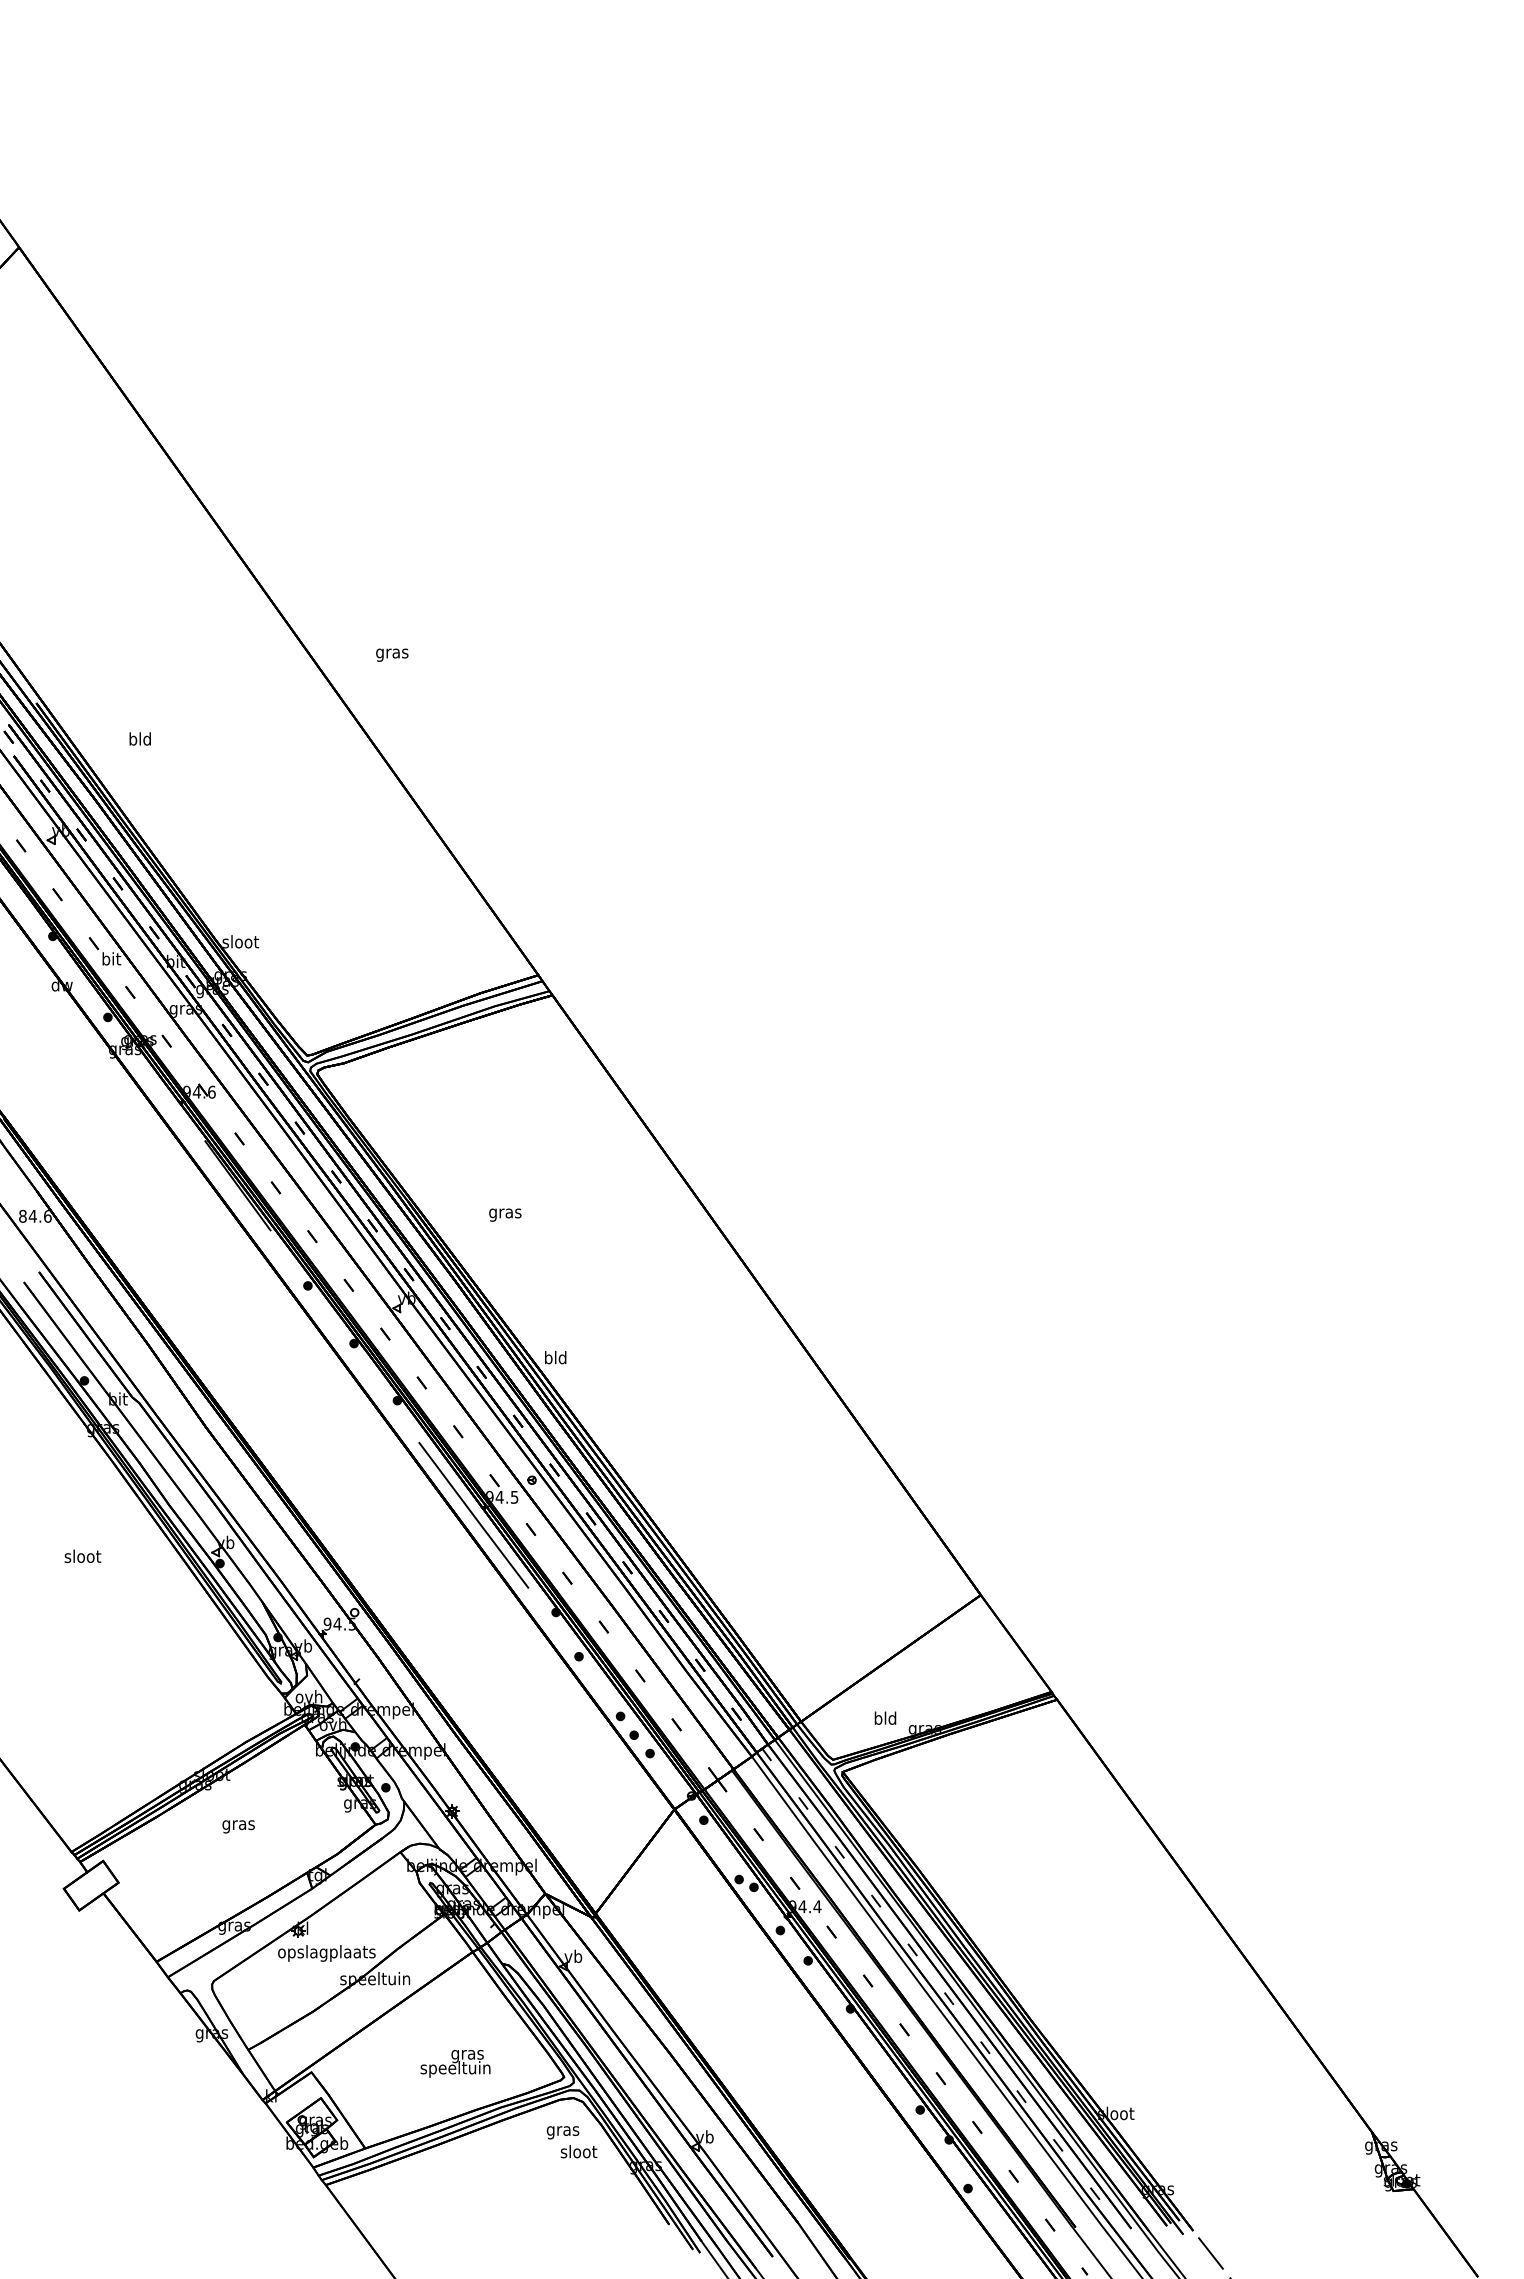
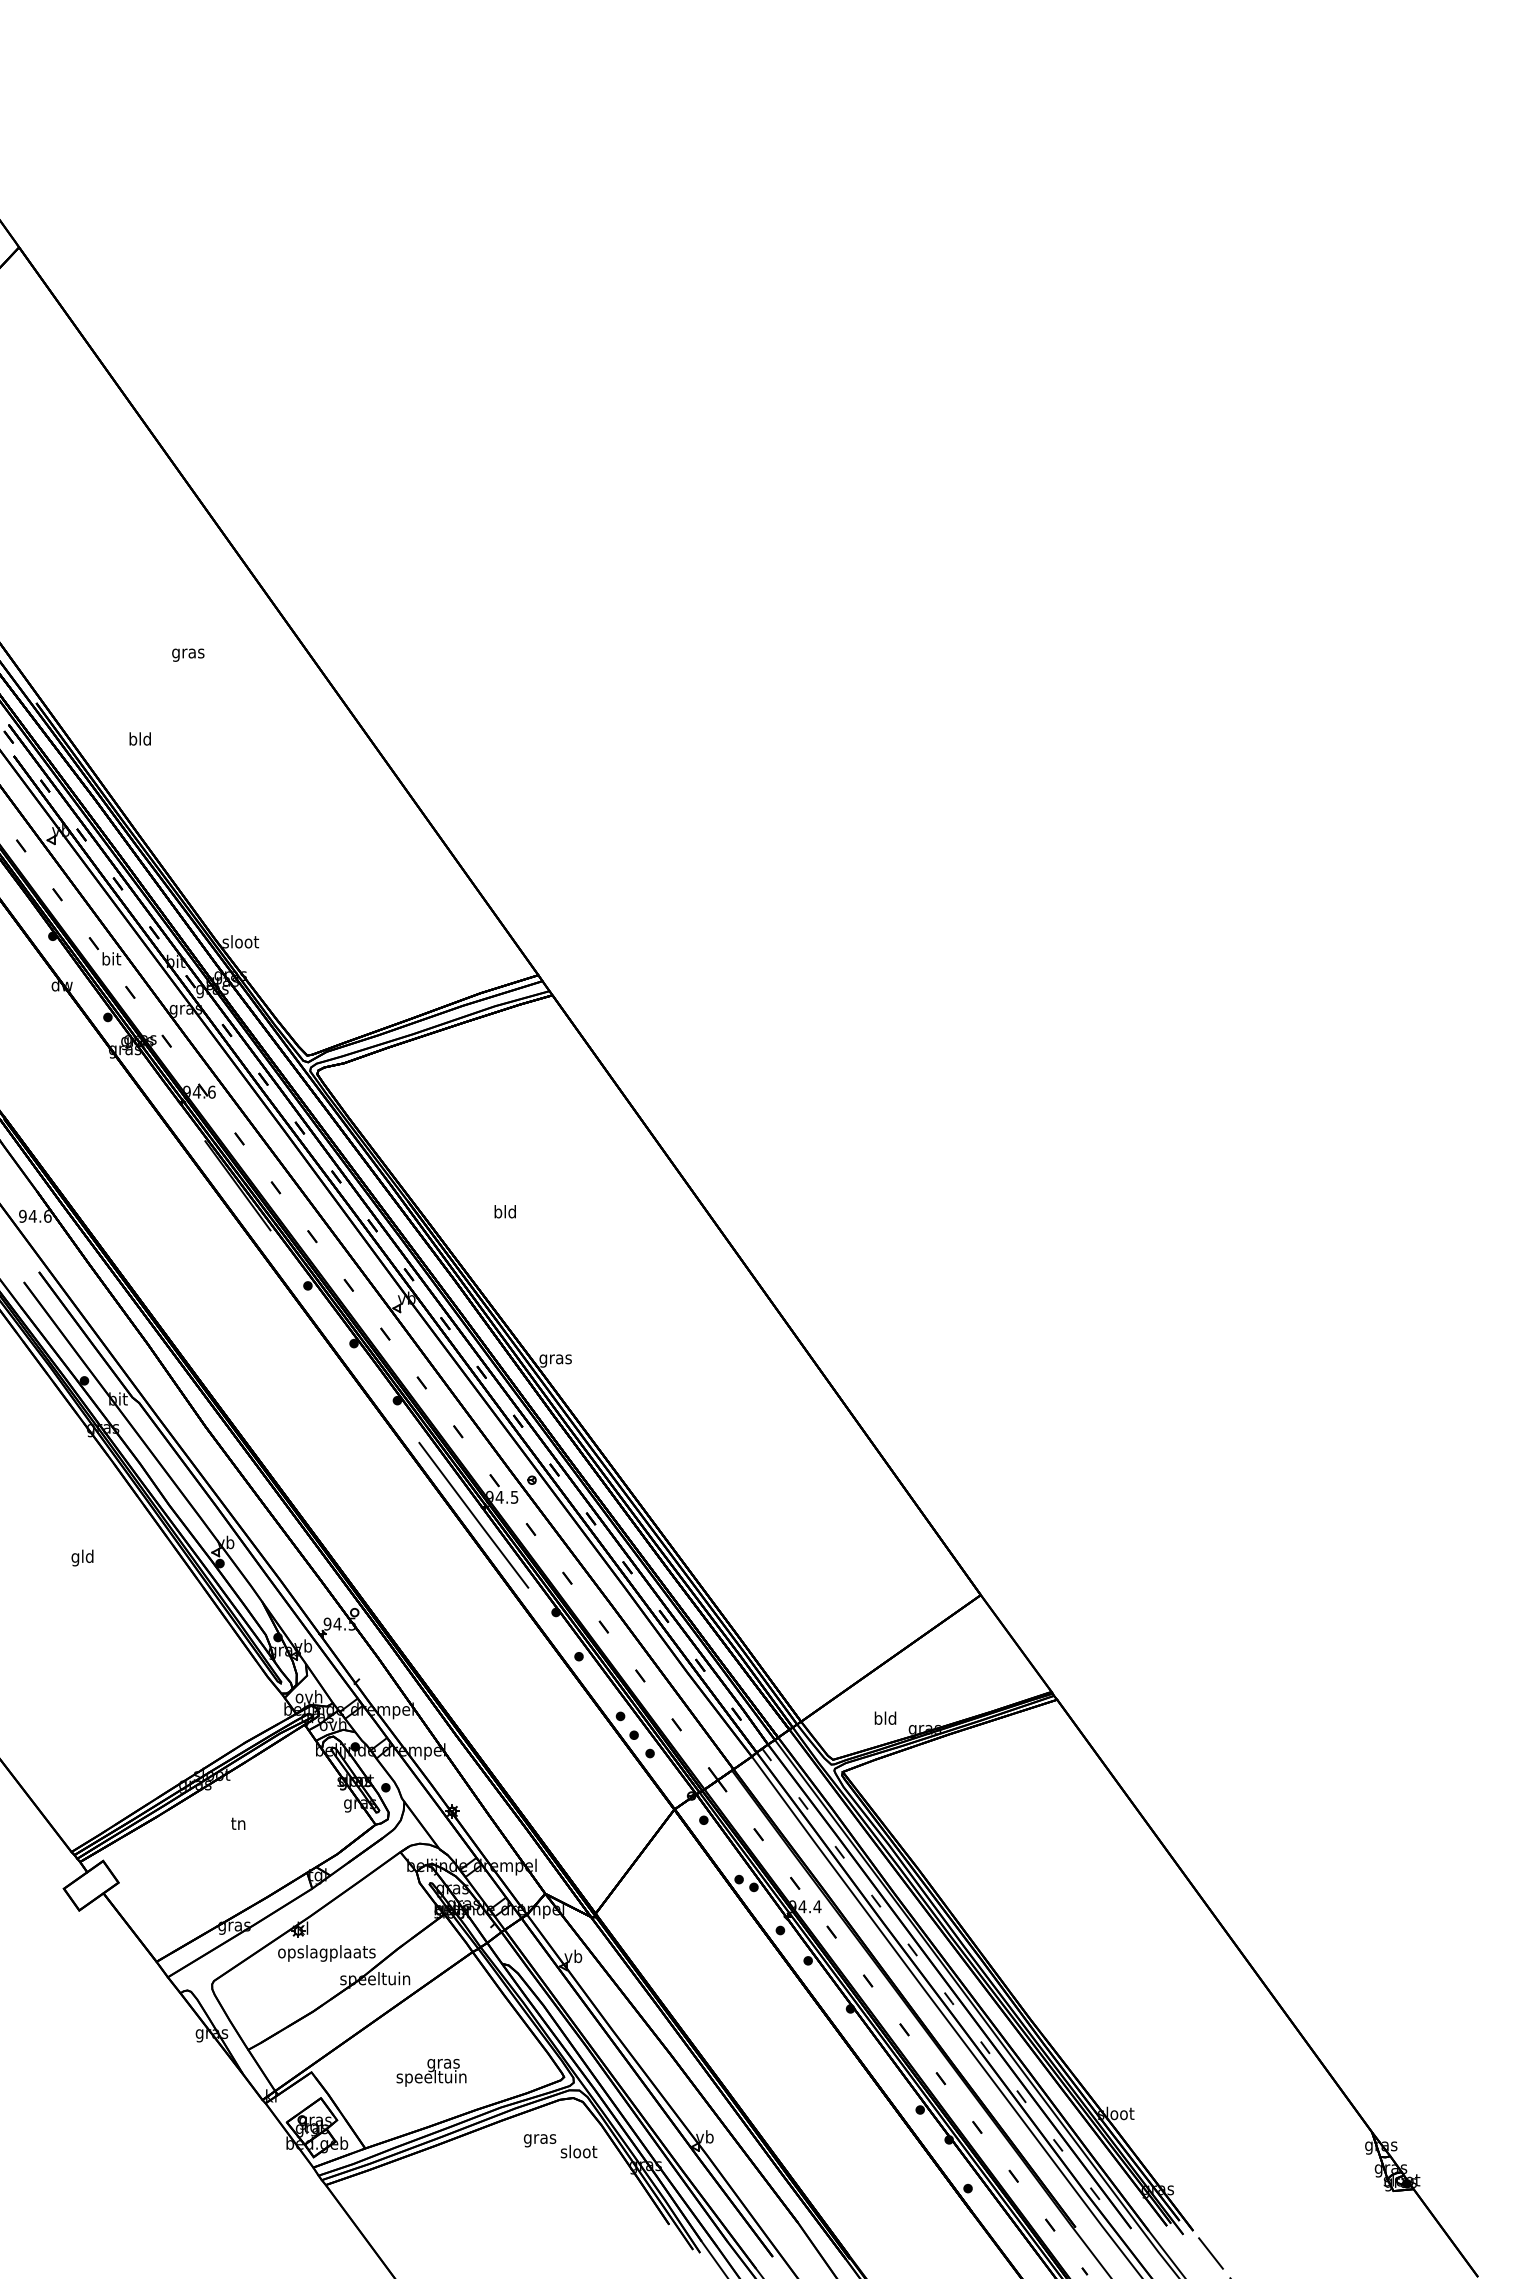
text at (392, 654) position: (392, 654) -> (188, 654)
text at (505, 1213): gras -> bld
text at (22, 1216): 84.6 -> 94.6
text at (555, 1359): bld -> gras
text at (82, 1557): sloot -> gld
text at (238, 1825): gras -> tn
text at (455, 2063) position: (455, 2063) -> (431, 2072)
text at (562, 2132) position: (562, 2132) -> (539, 2140)
